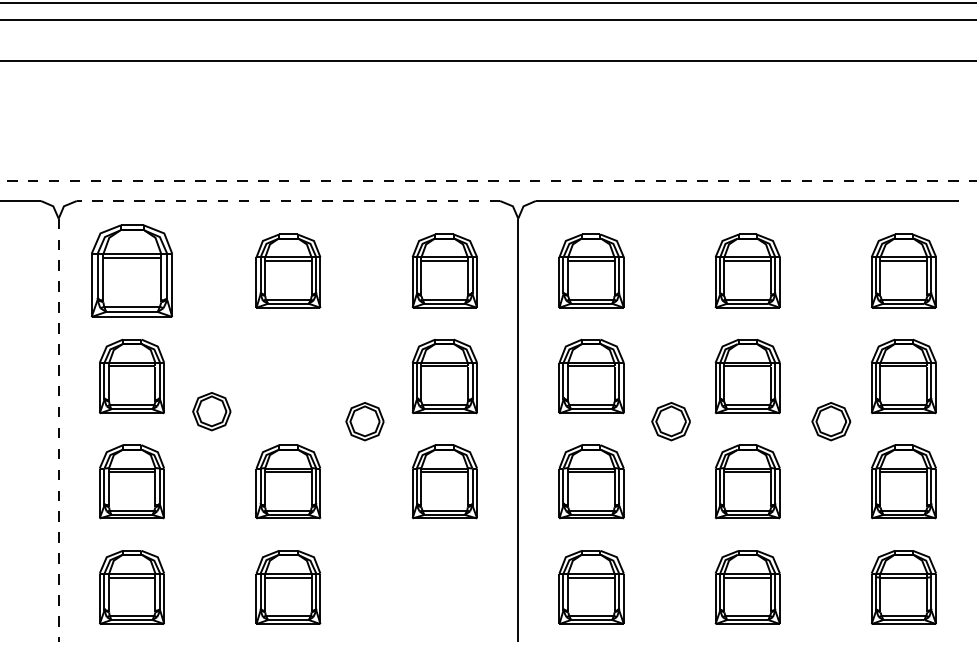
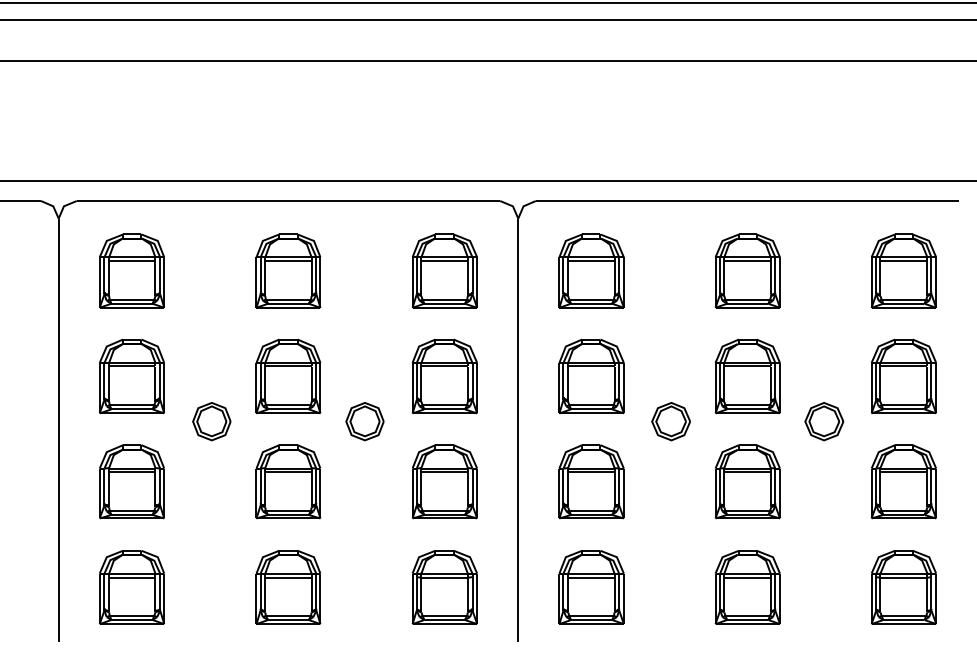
line at (487, 181): dashed -> solid
line at (288, 201): dashed -> solid
part at (131, 270) size: 82x94 px -> 66x76 px
part at (288, 375): none -> present
part at (211, 411) position: (211, 411) -> (211, 421)
part at (831, 421) position: (831, 421) -> (824, 421)
line at (58, 430): dashed -> solid
part at (444, 587): none -> present
